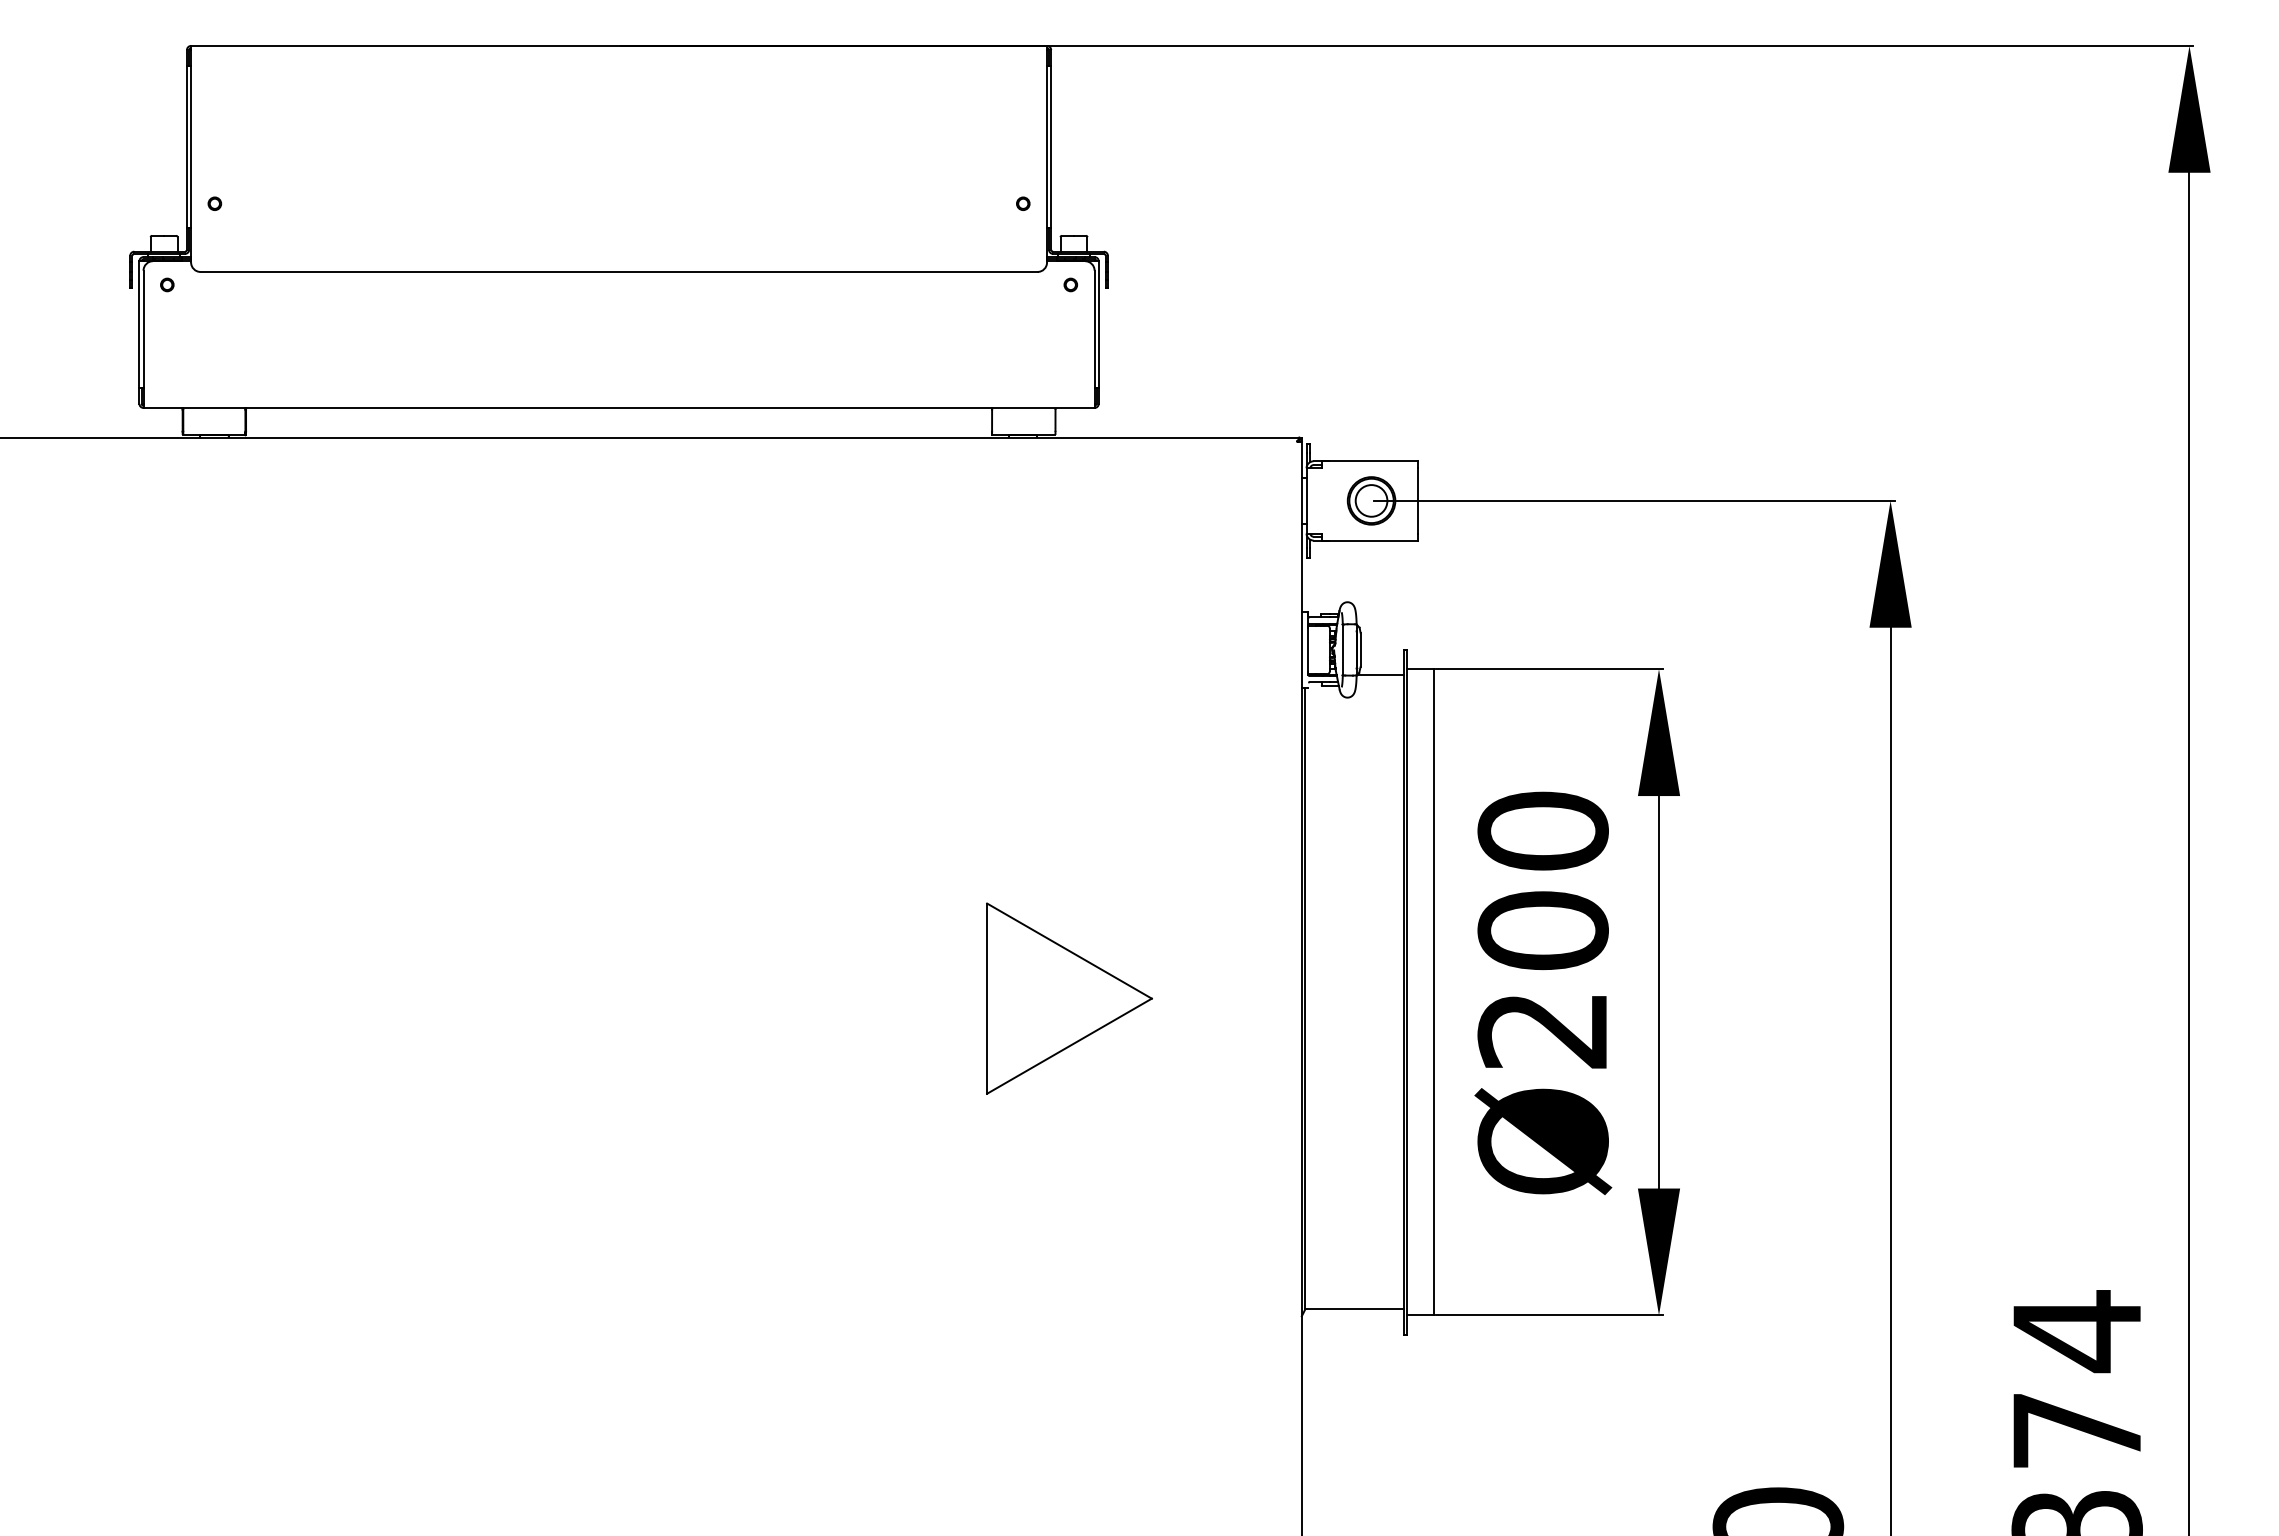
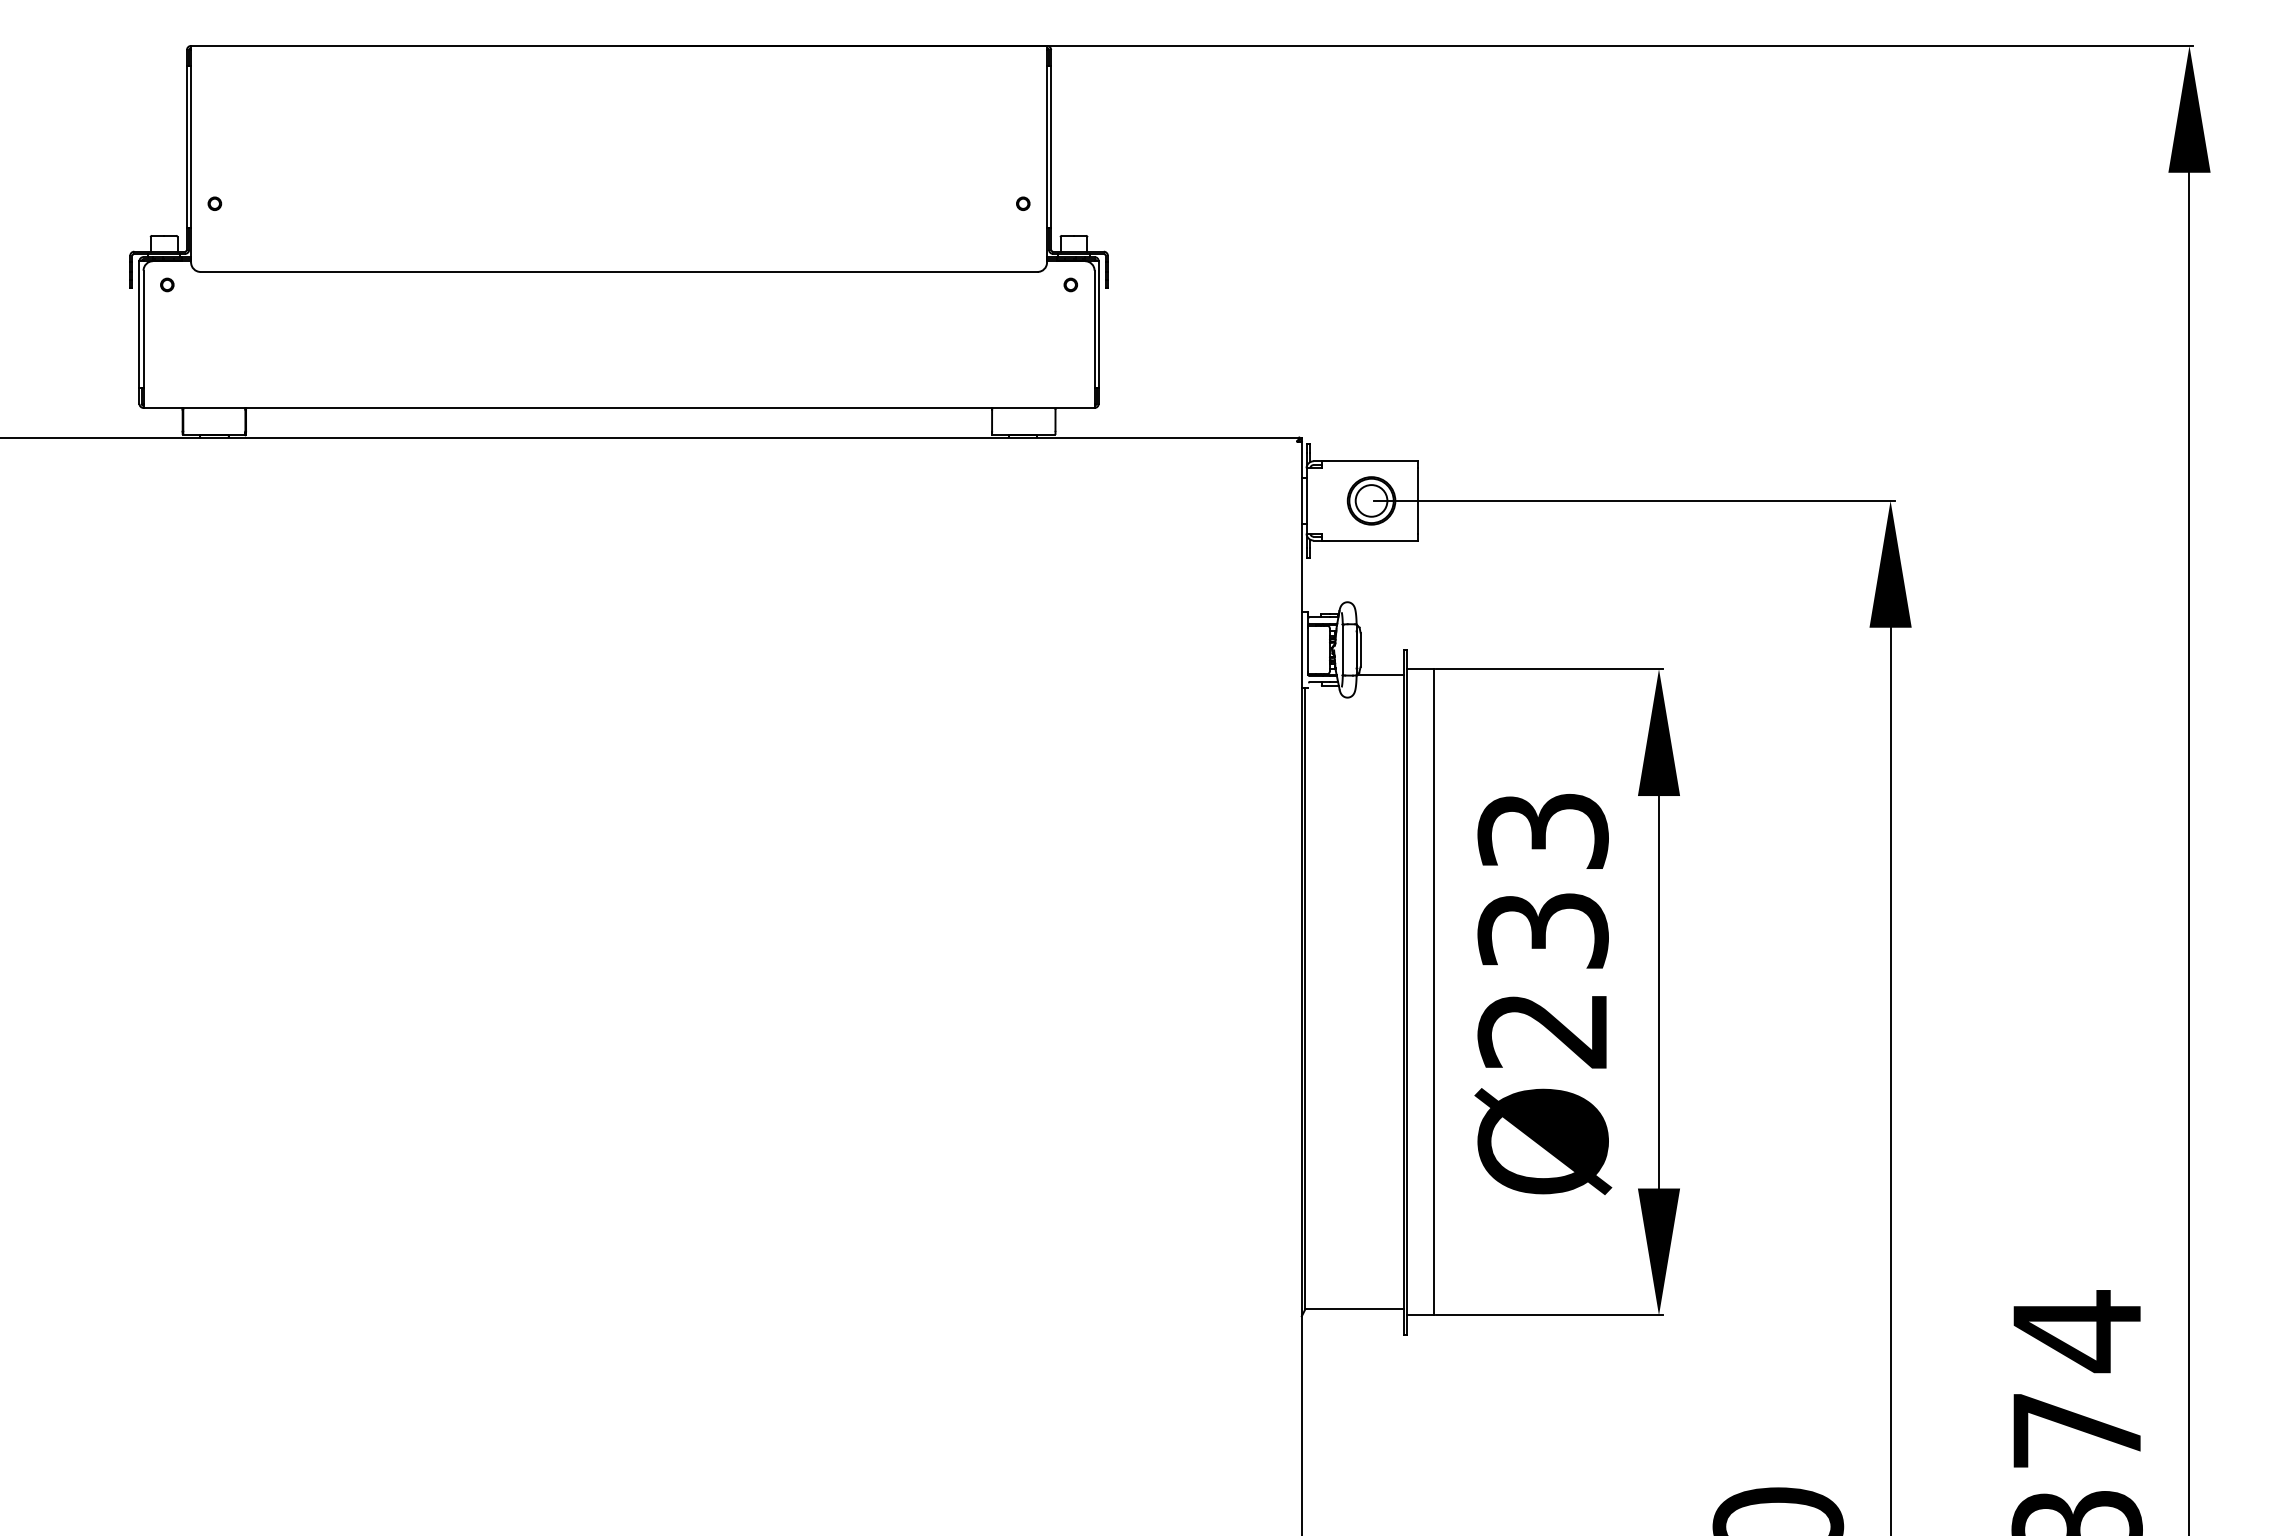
text at (1542, 880): Ø200 -> Ø233
part at (1069, 998): present -> none
